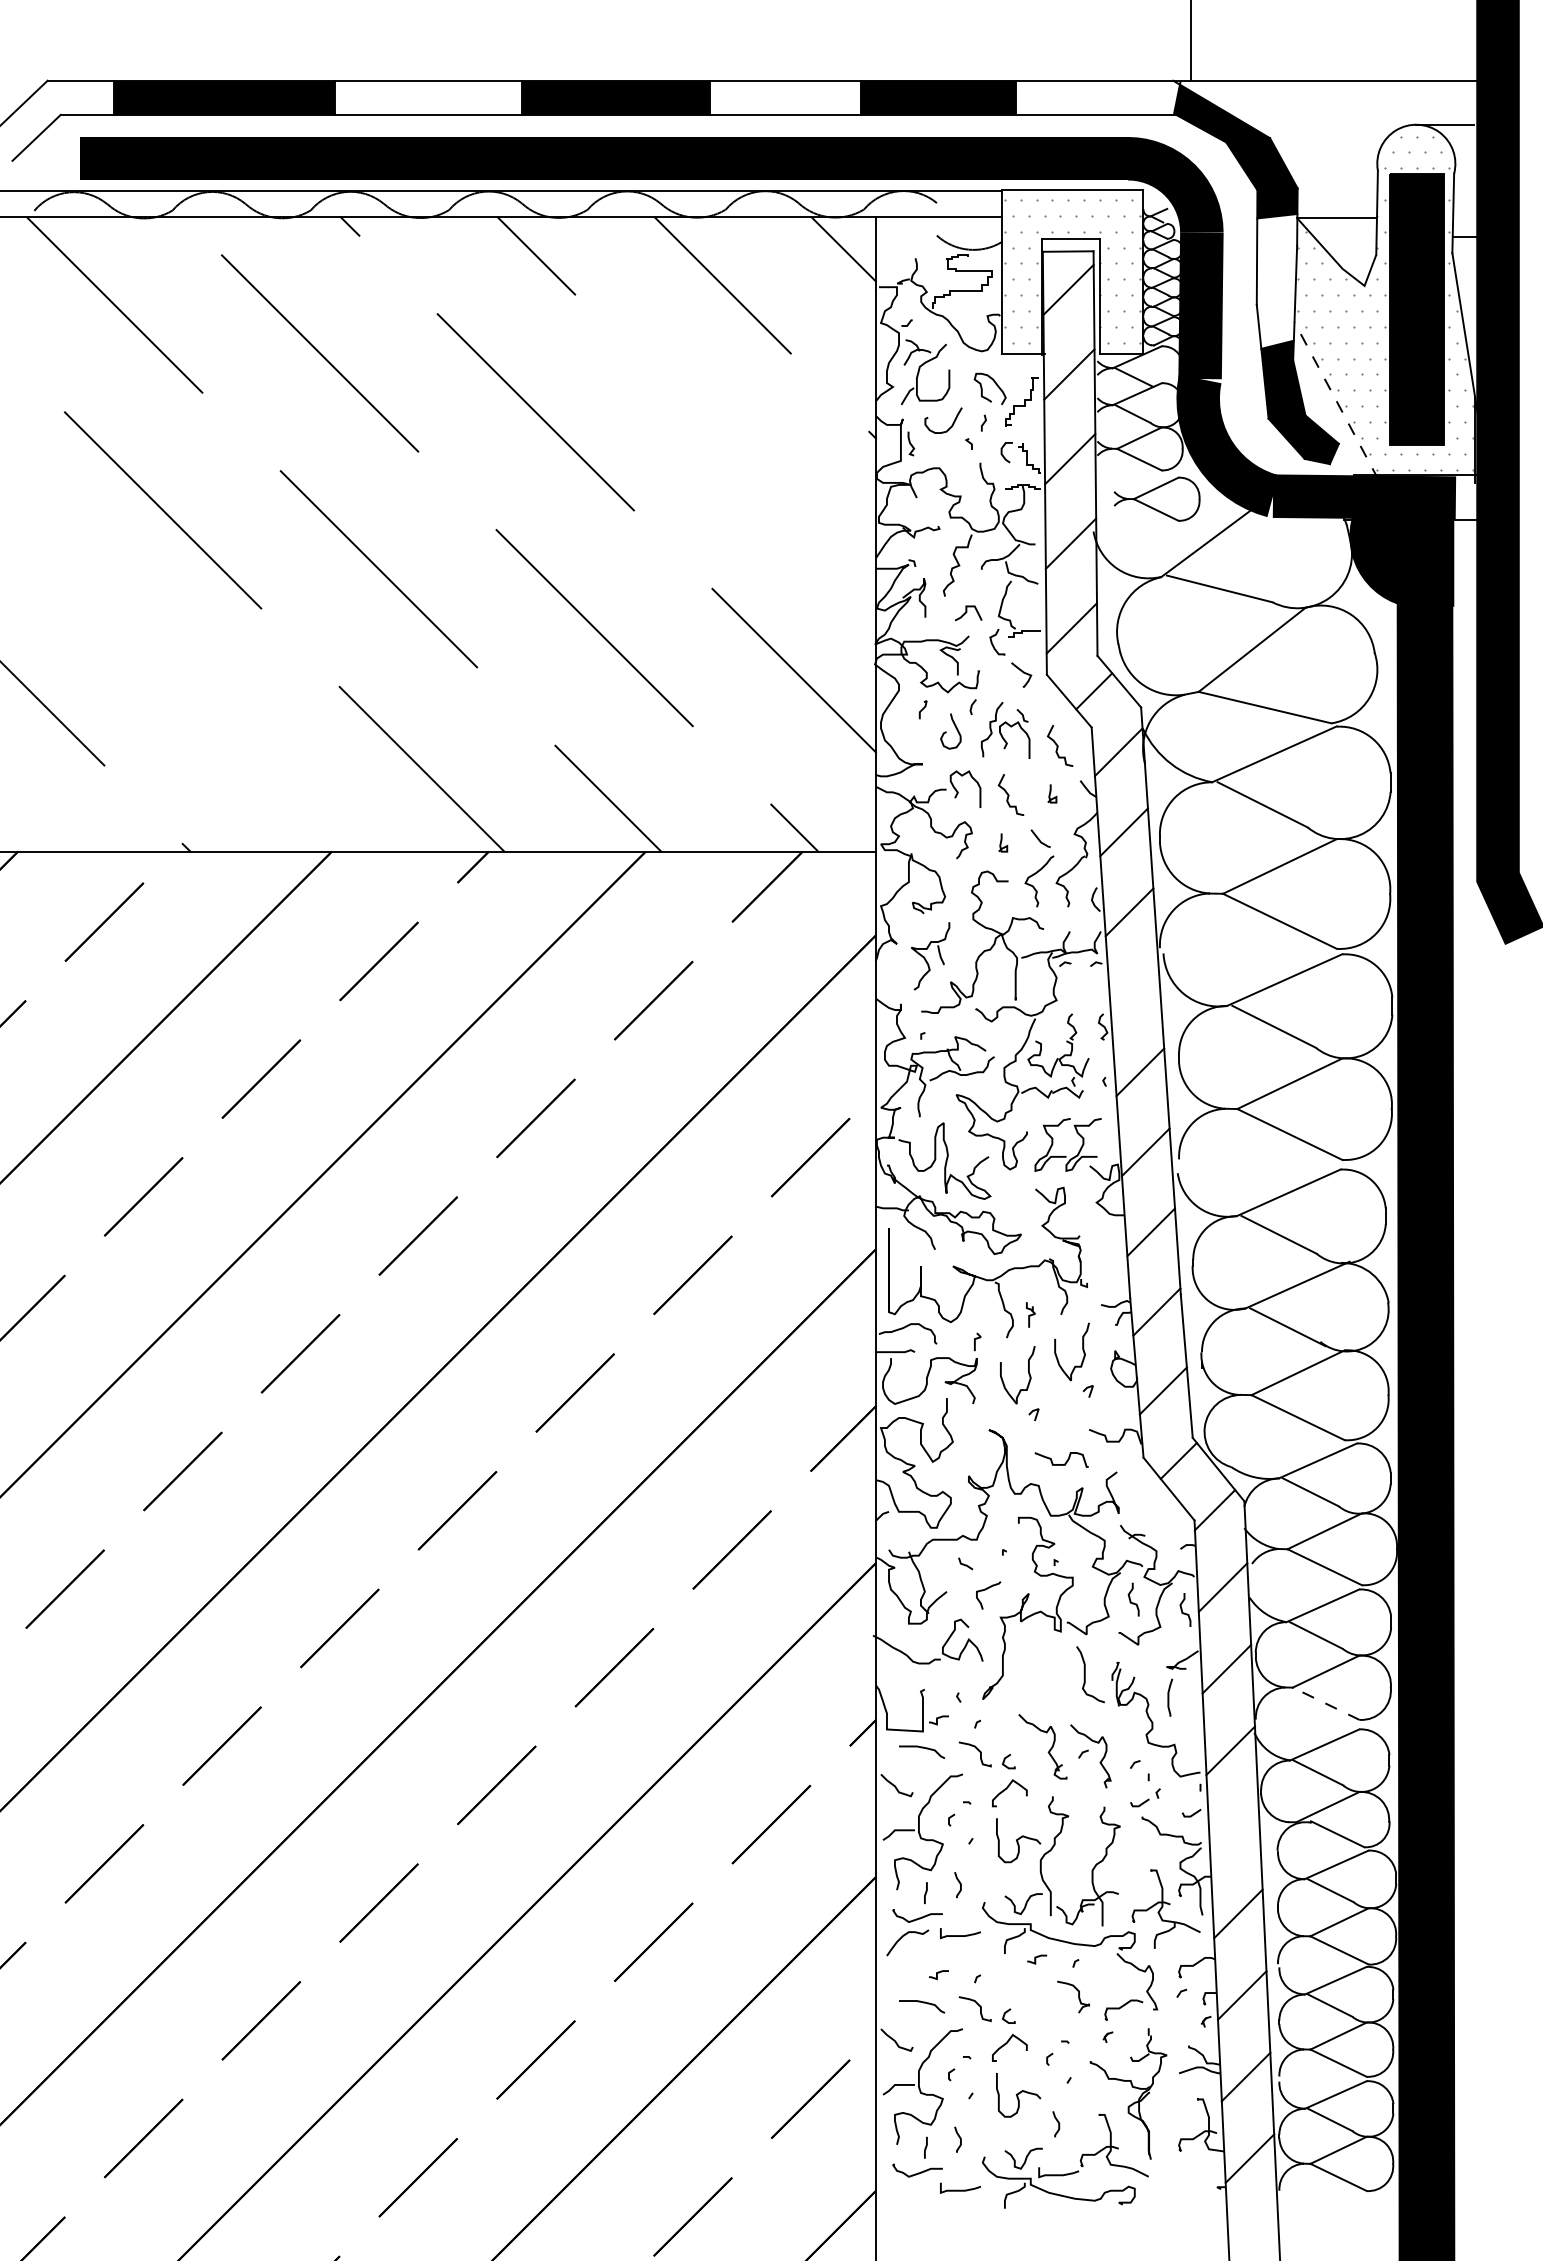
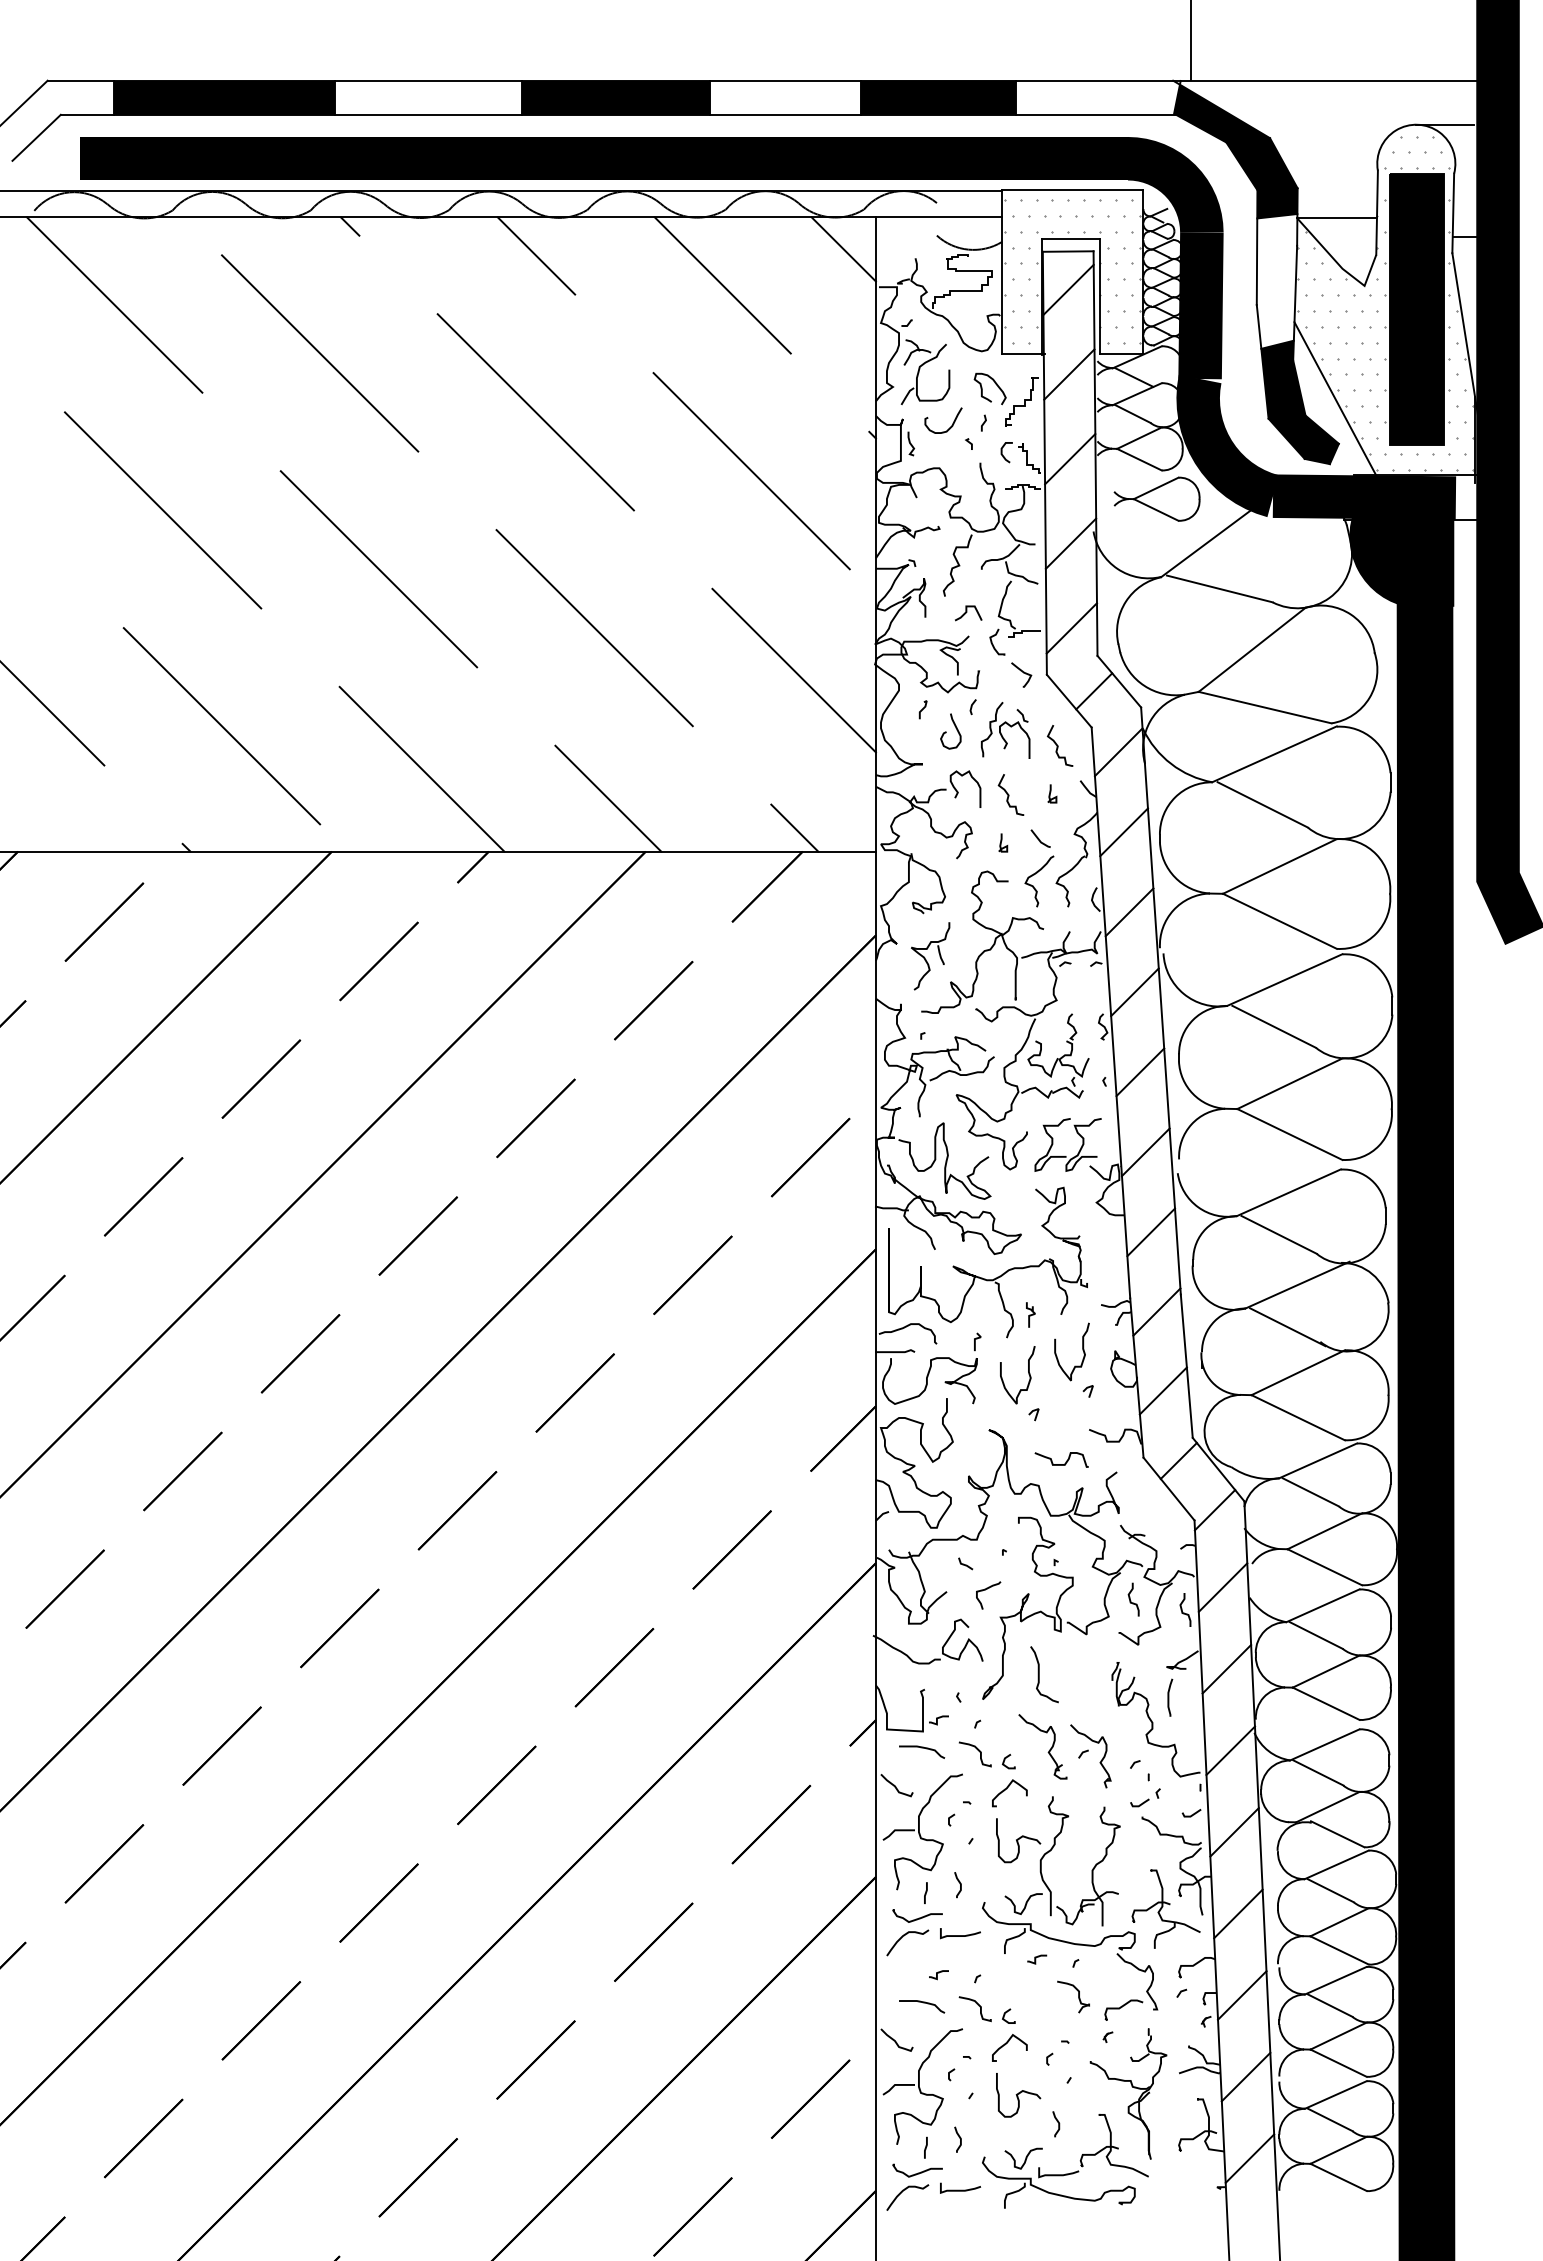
line at (1336, 400): dashed -> solid
line at (751, 471): none -> present
line at (221, 726): none -> present
line at (1134, 992): none -> present
curve at (1085, 1674) position: (1085, 1674) -> (1039, 1674)
line at (1325, 1703): dashed -> solid
line at (1234, 1832): none -> present
curve at (902, 2192): none -> present
